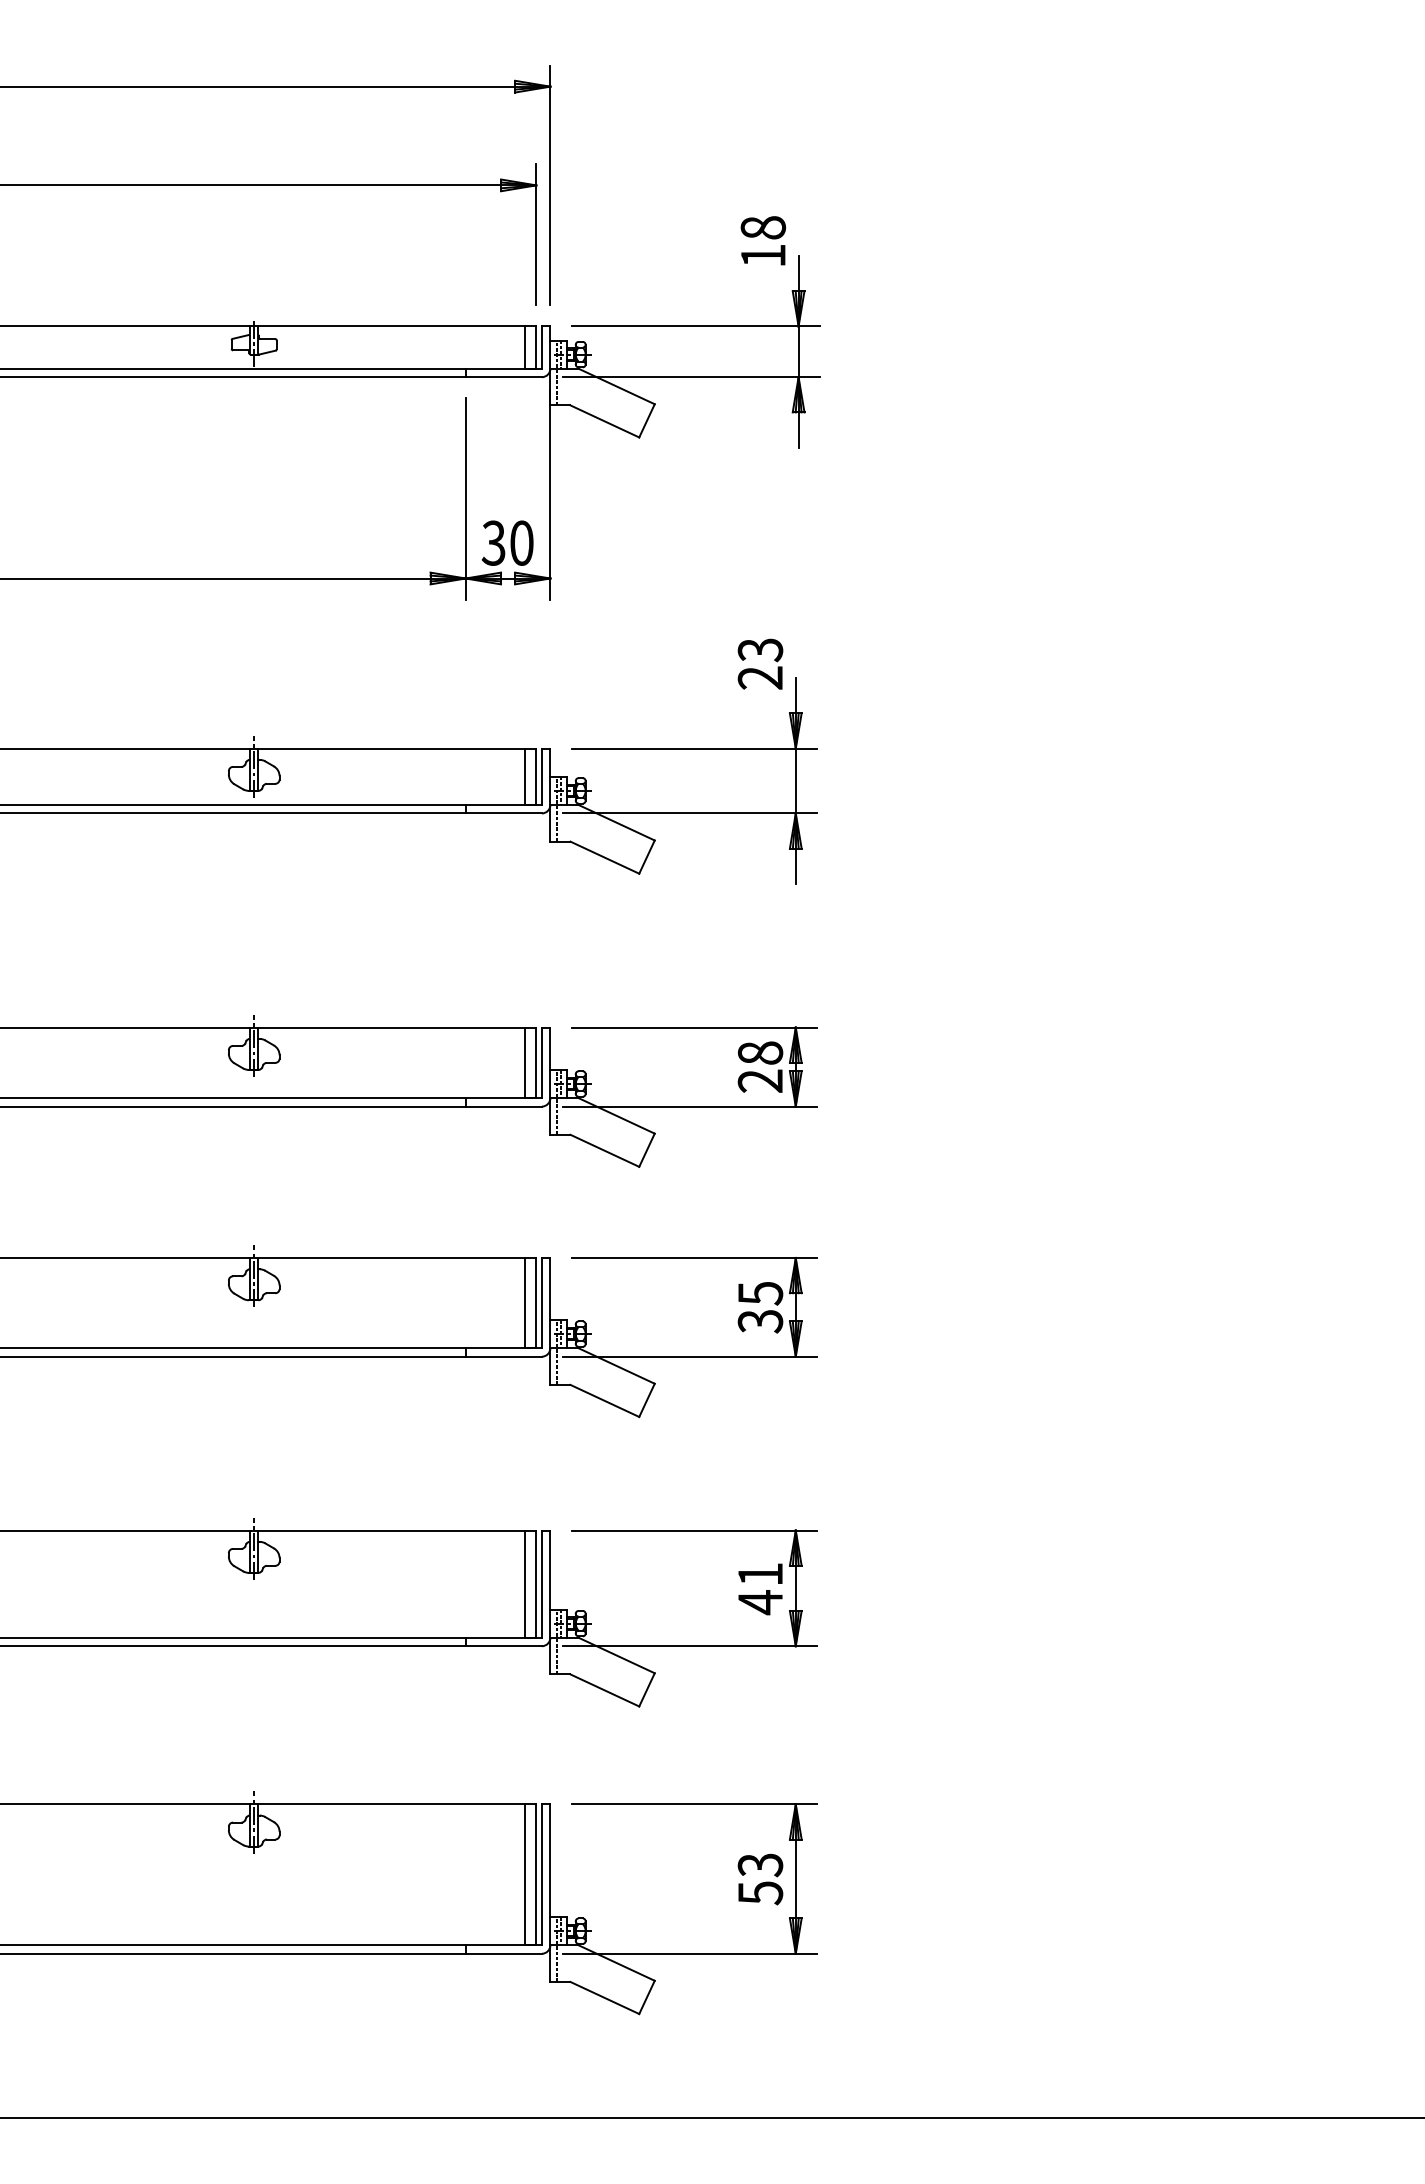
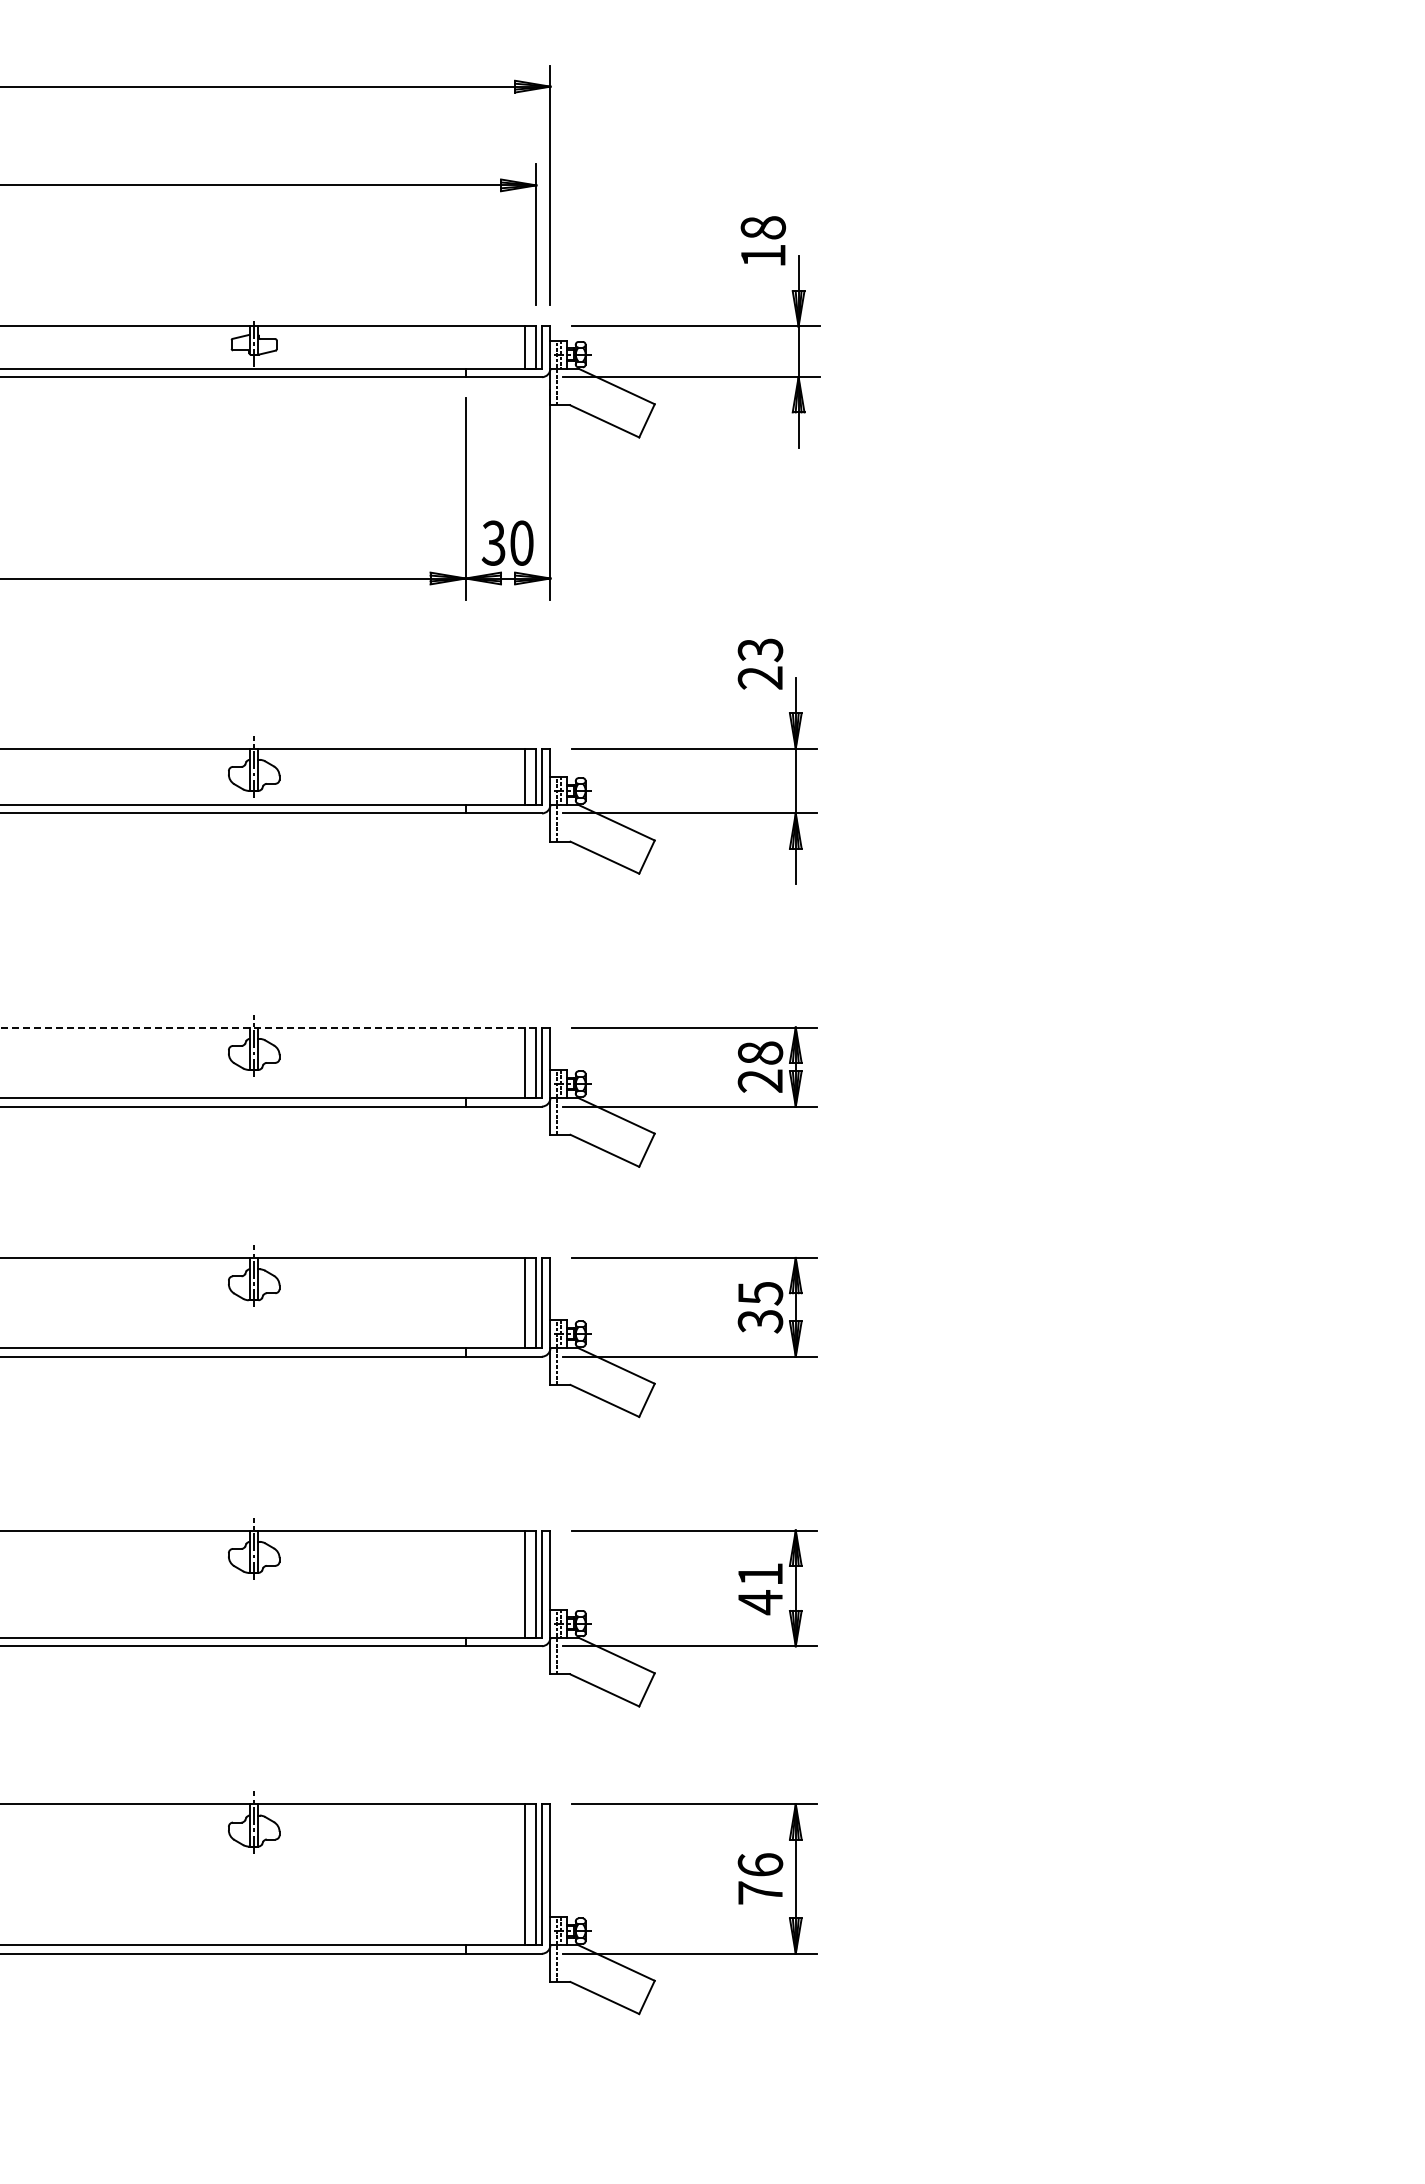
line at (268, 1027): solid -> dashed
text at (760, 1879): 53 -> 76
line at (711, 2118): present -> none
